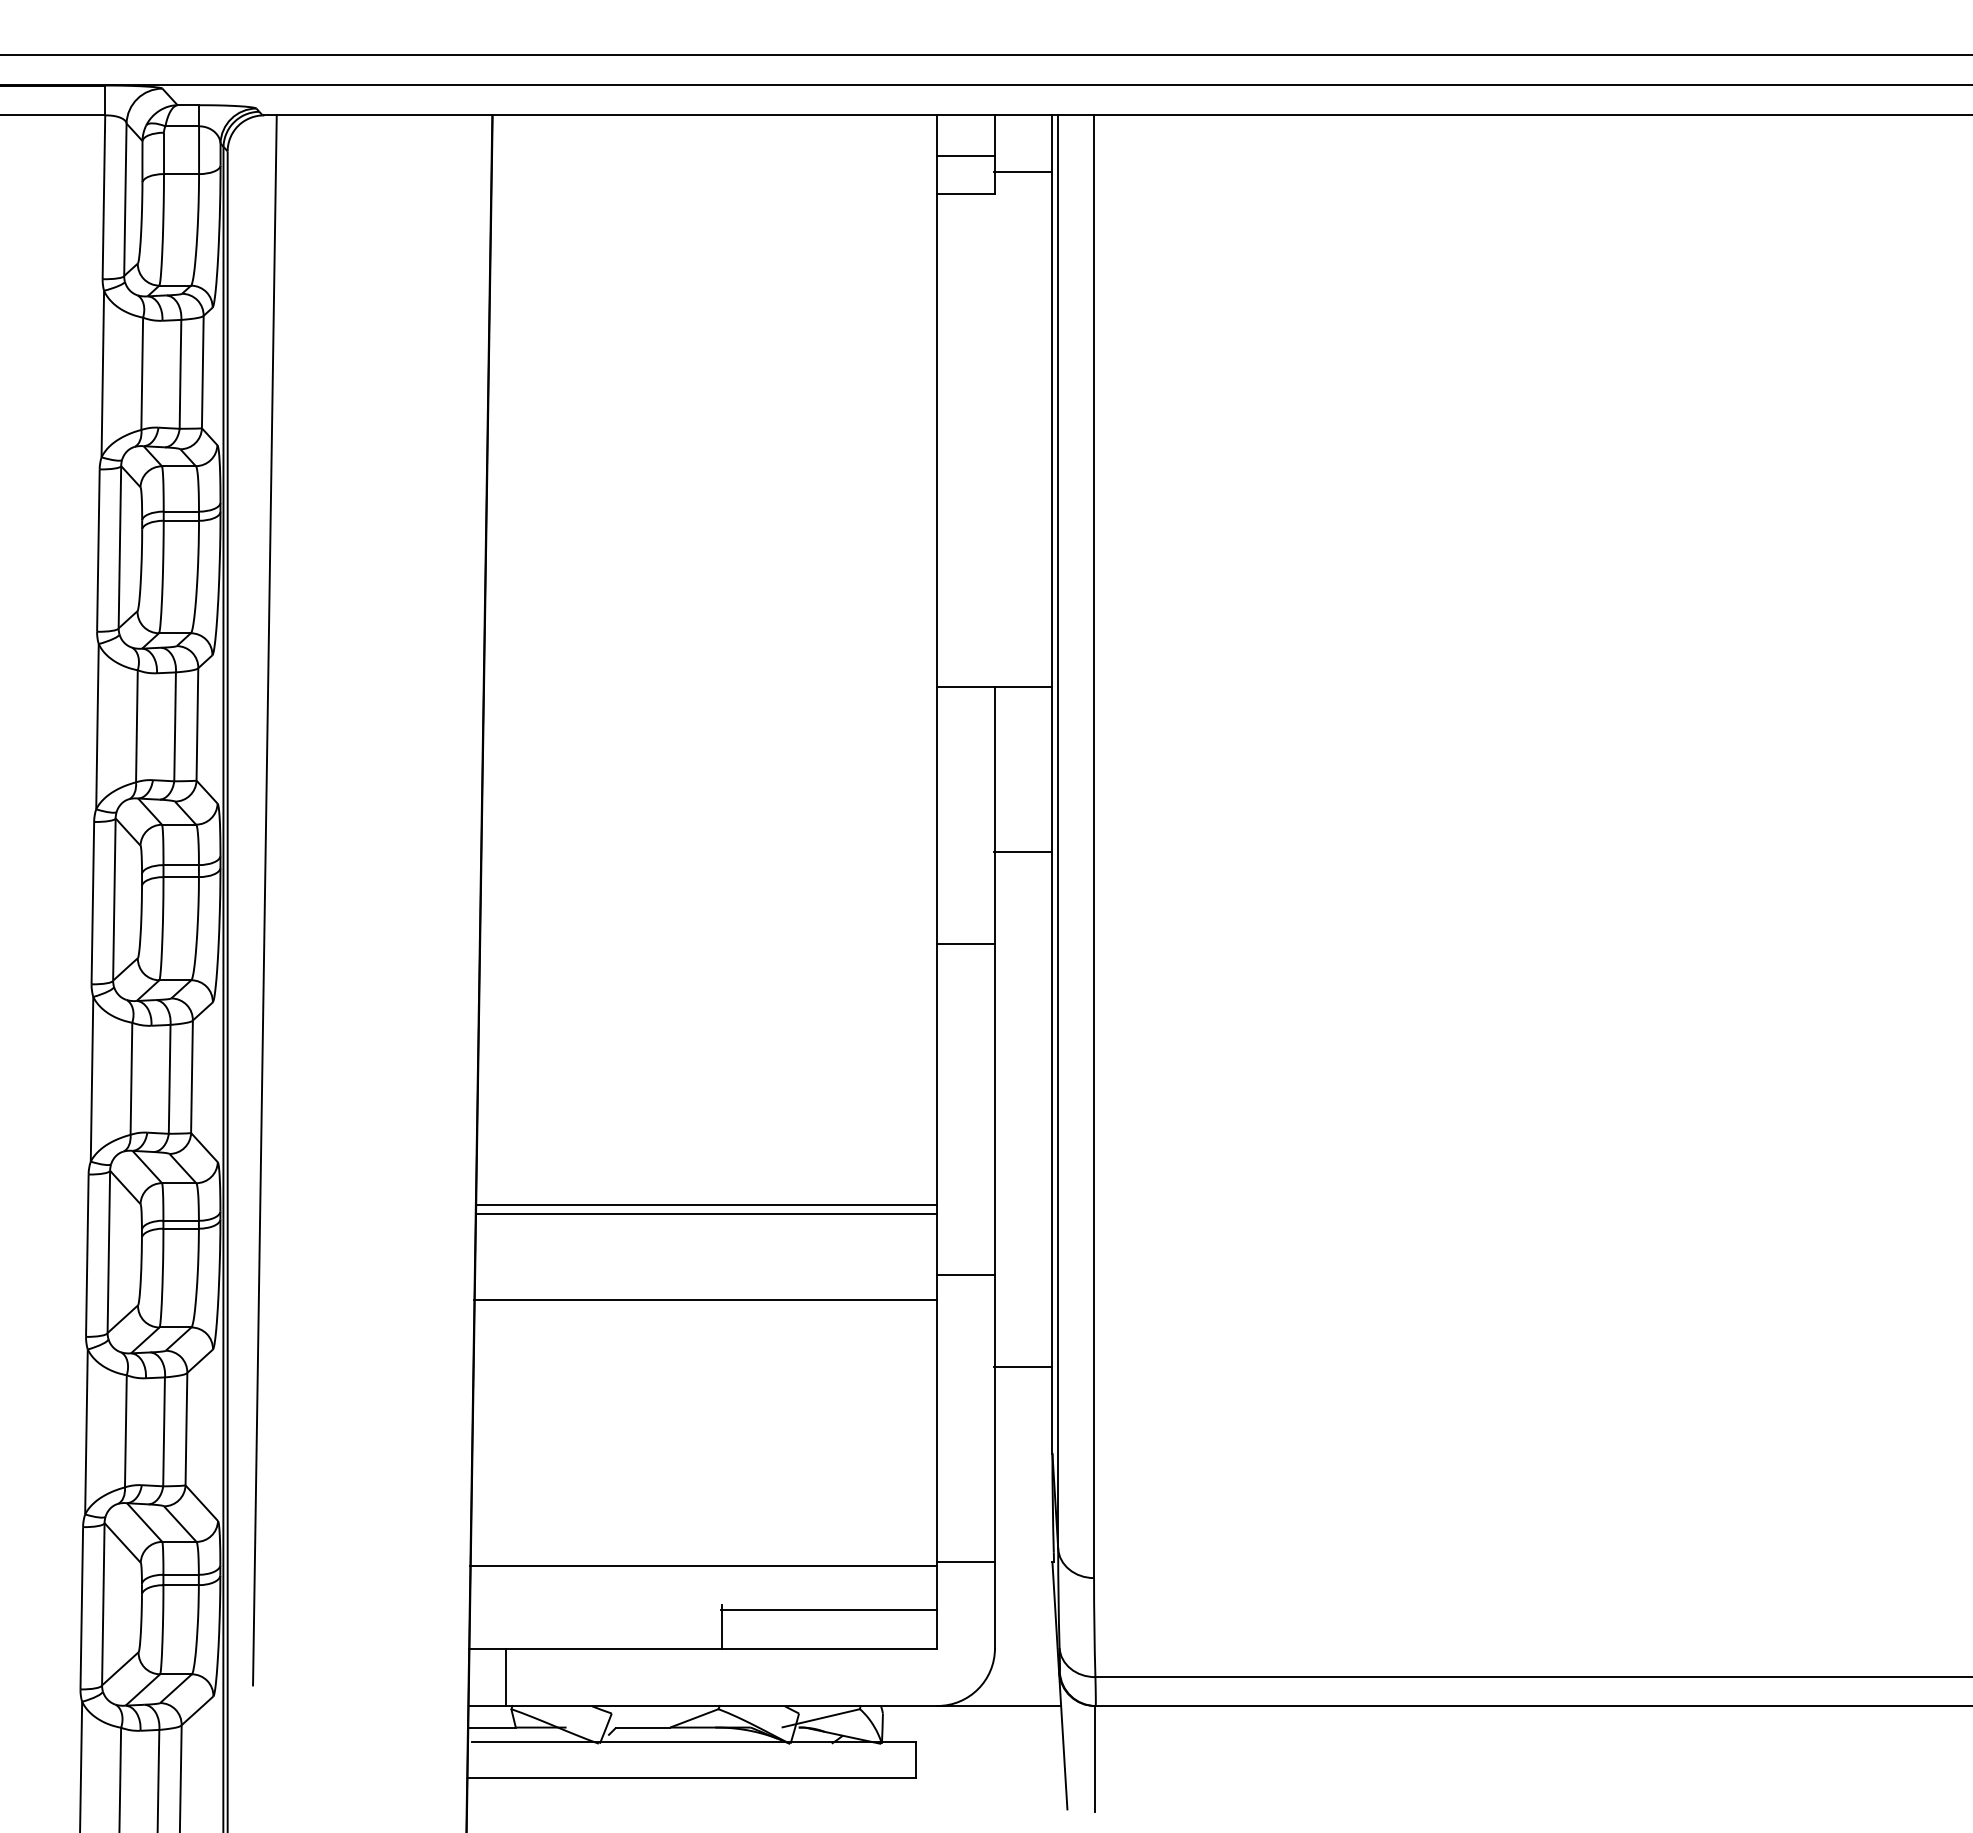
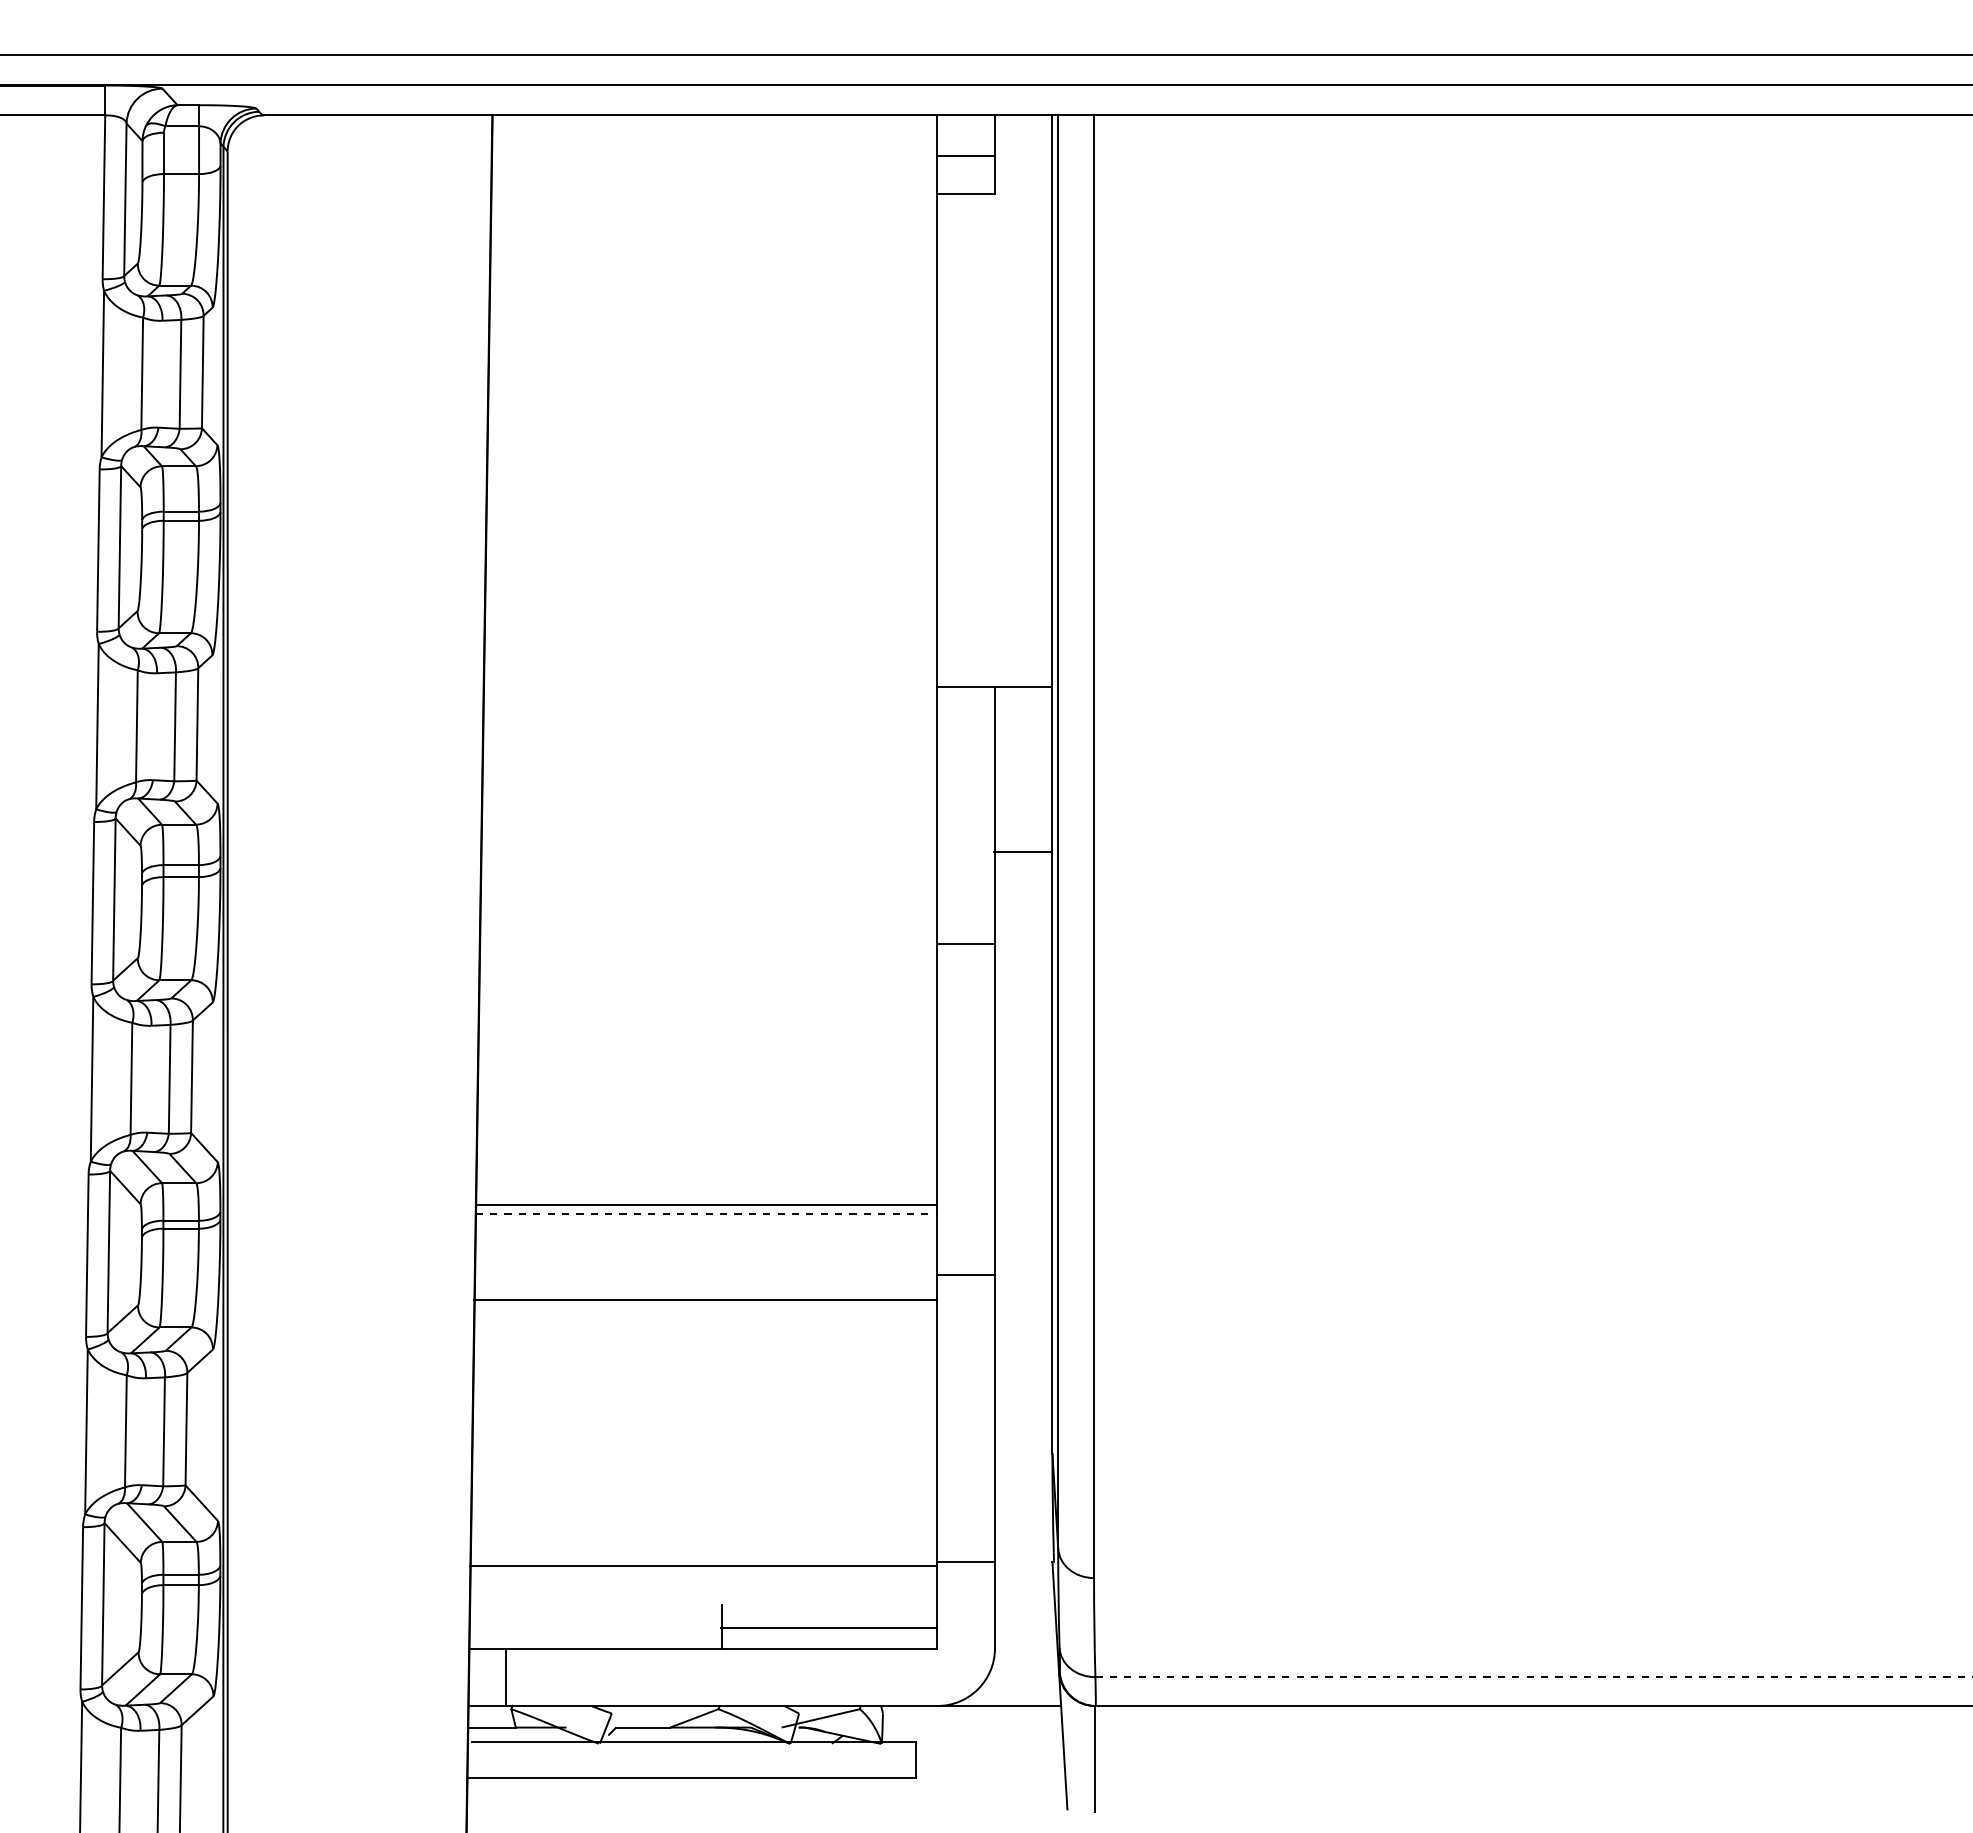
line at (1022, 172): present -> none
line at (264, 900): present -> none
line at (706, 1213): solid -> dashed
line at (1023, 1367): present -> none
line at (828, 1609) position: (828, 1609) -> (828, 1627)
line at (1534, 1677): solid -> dashed
